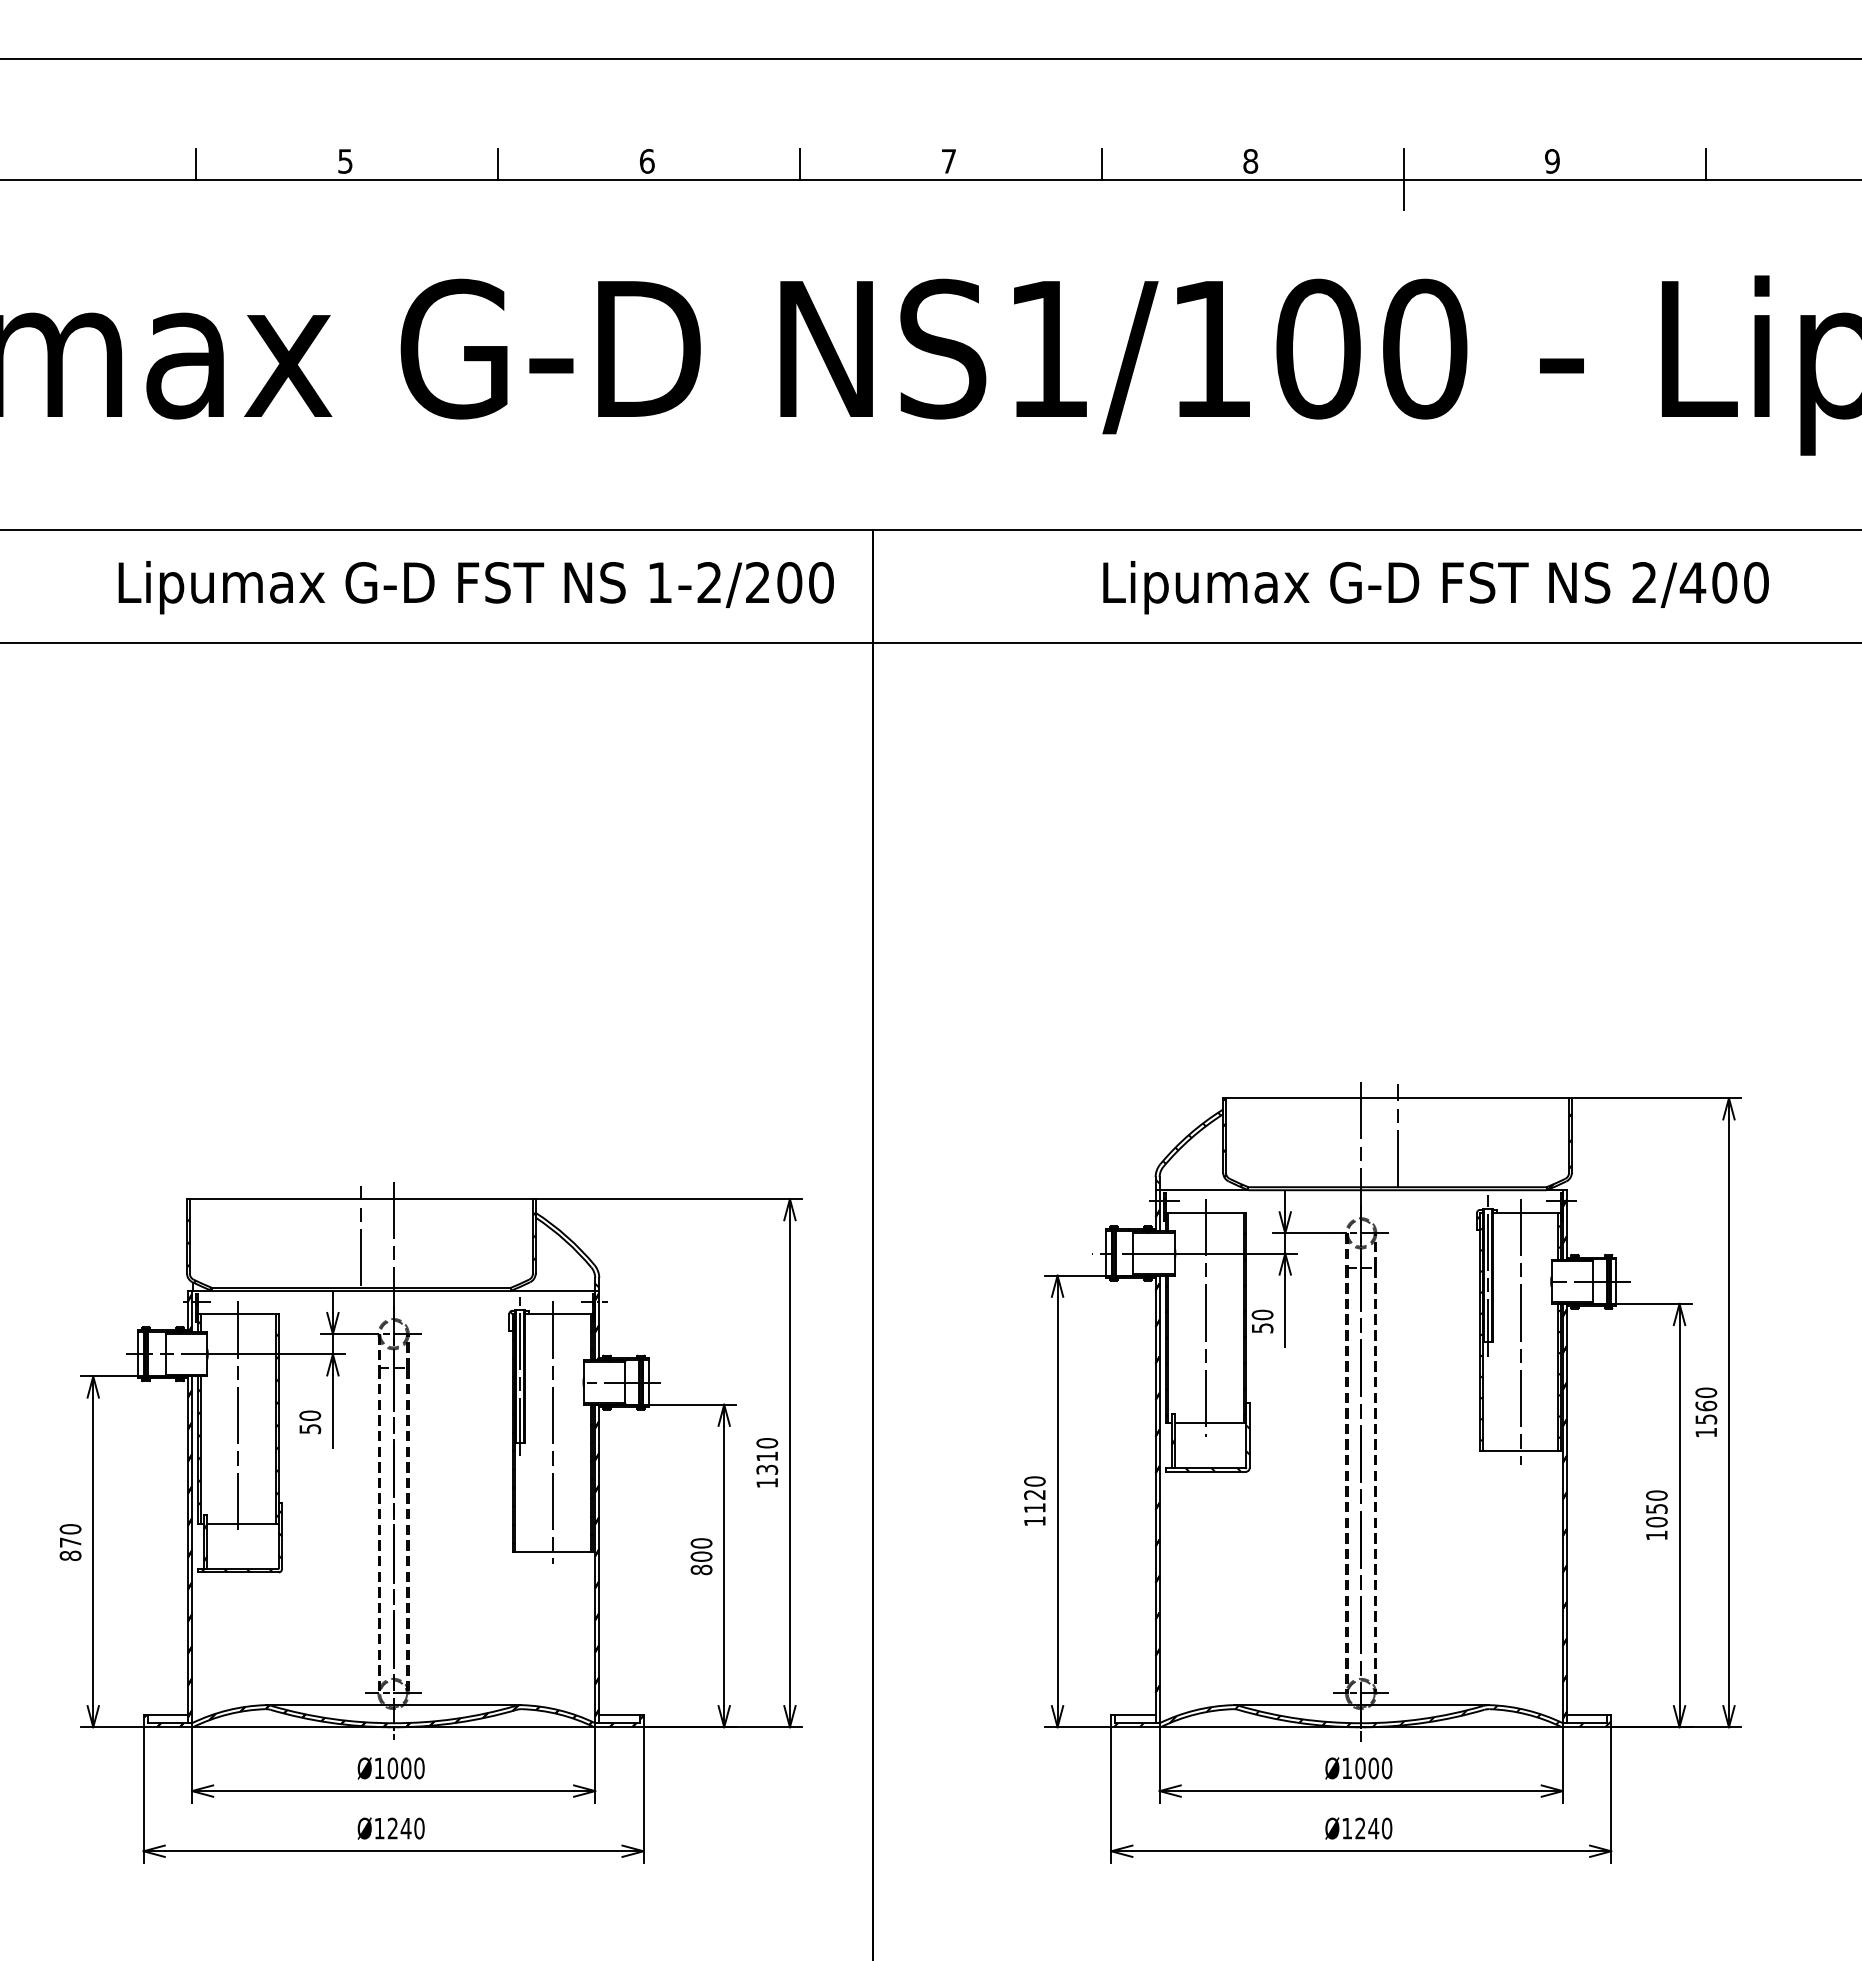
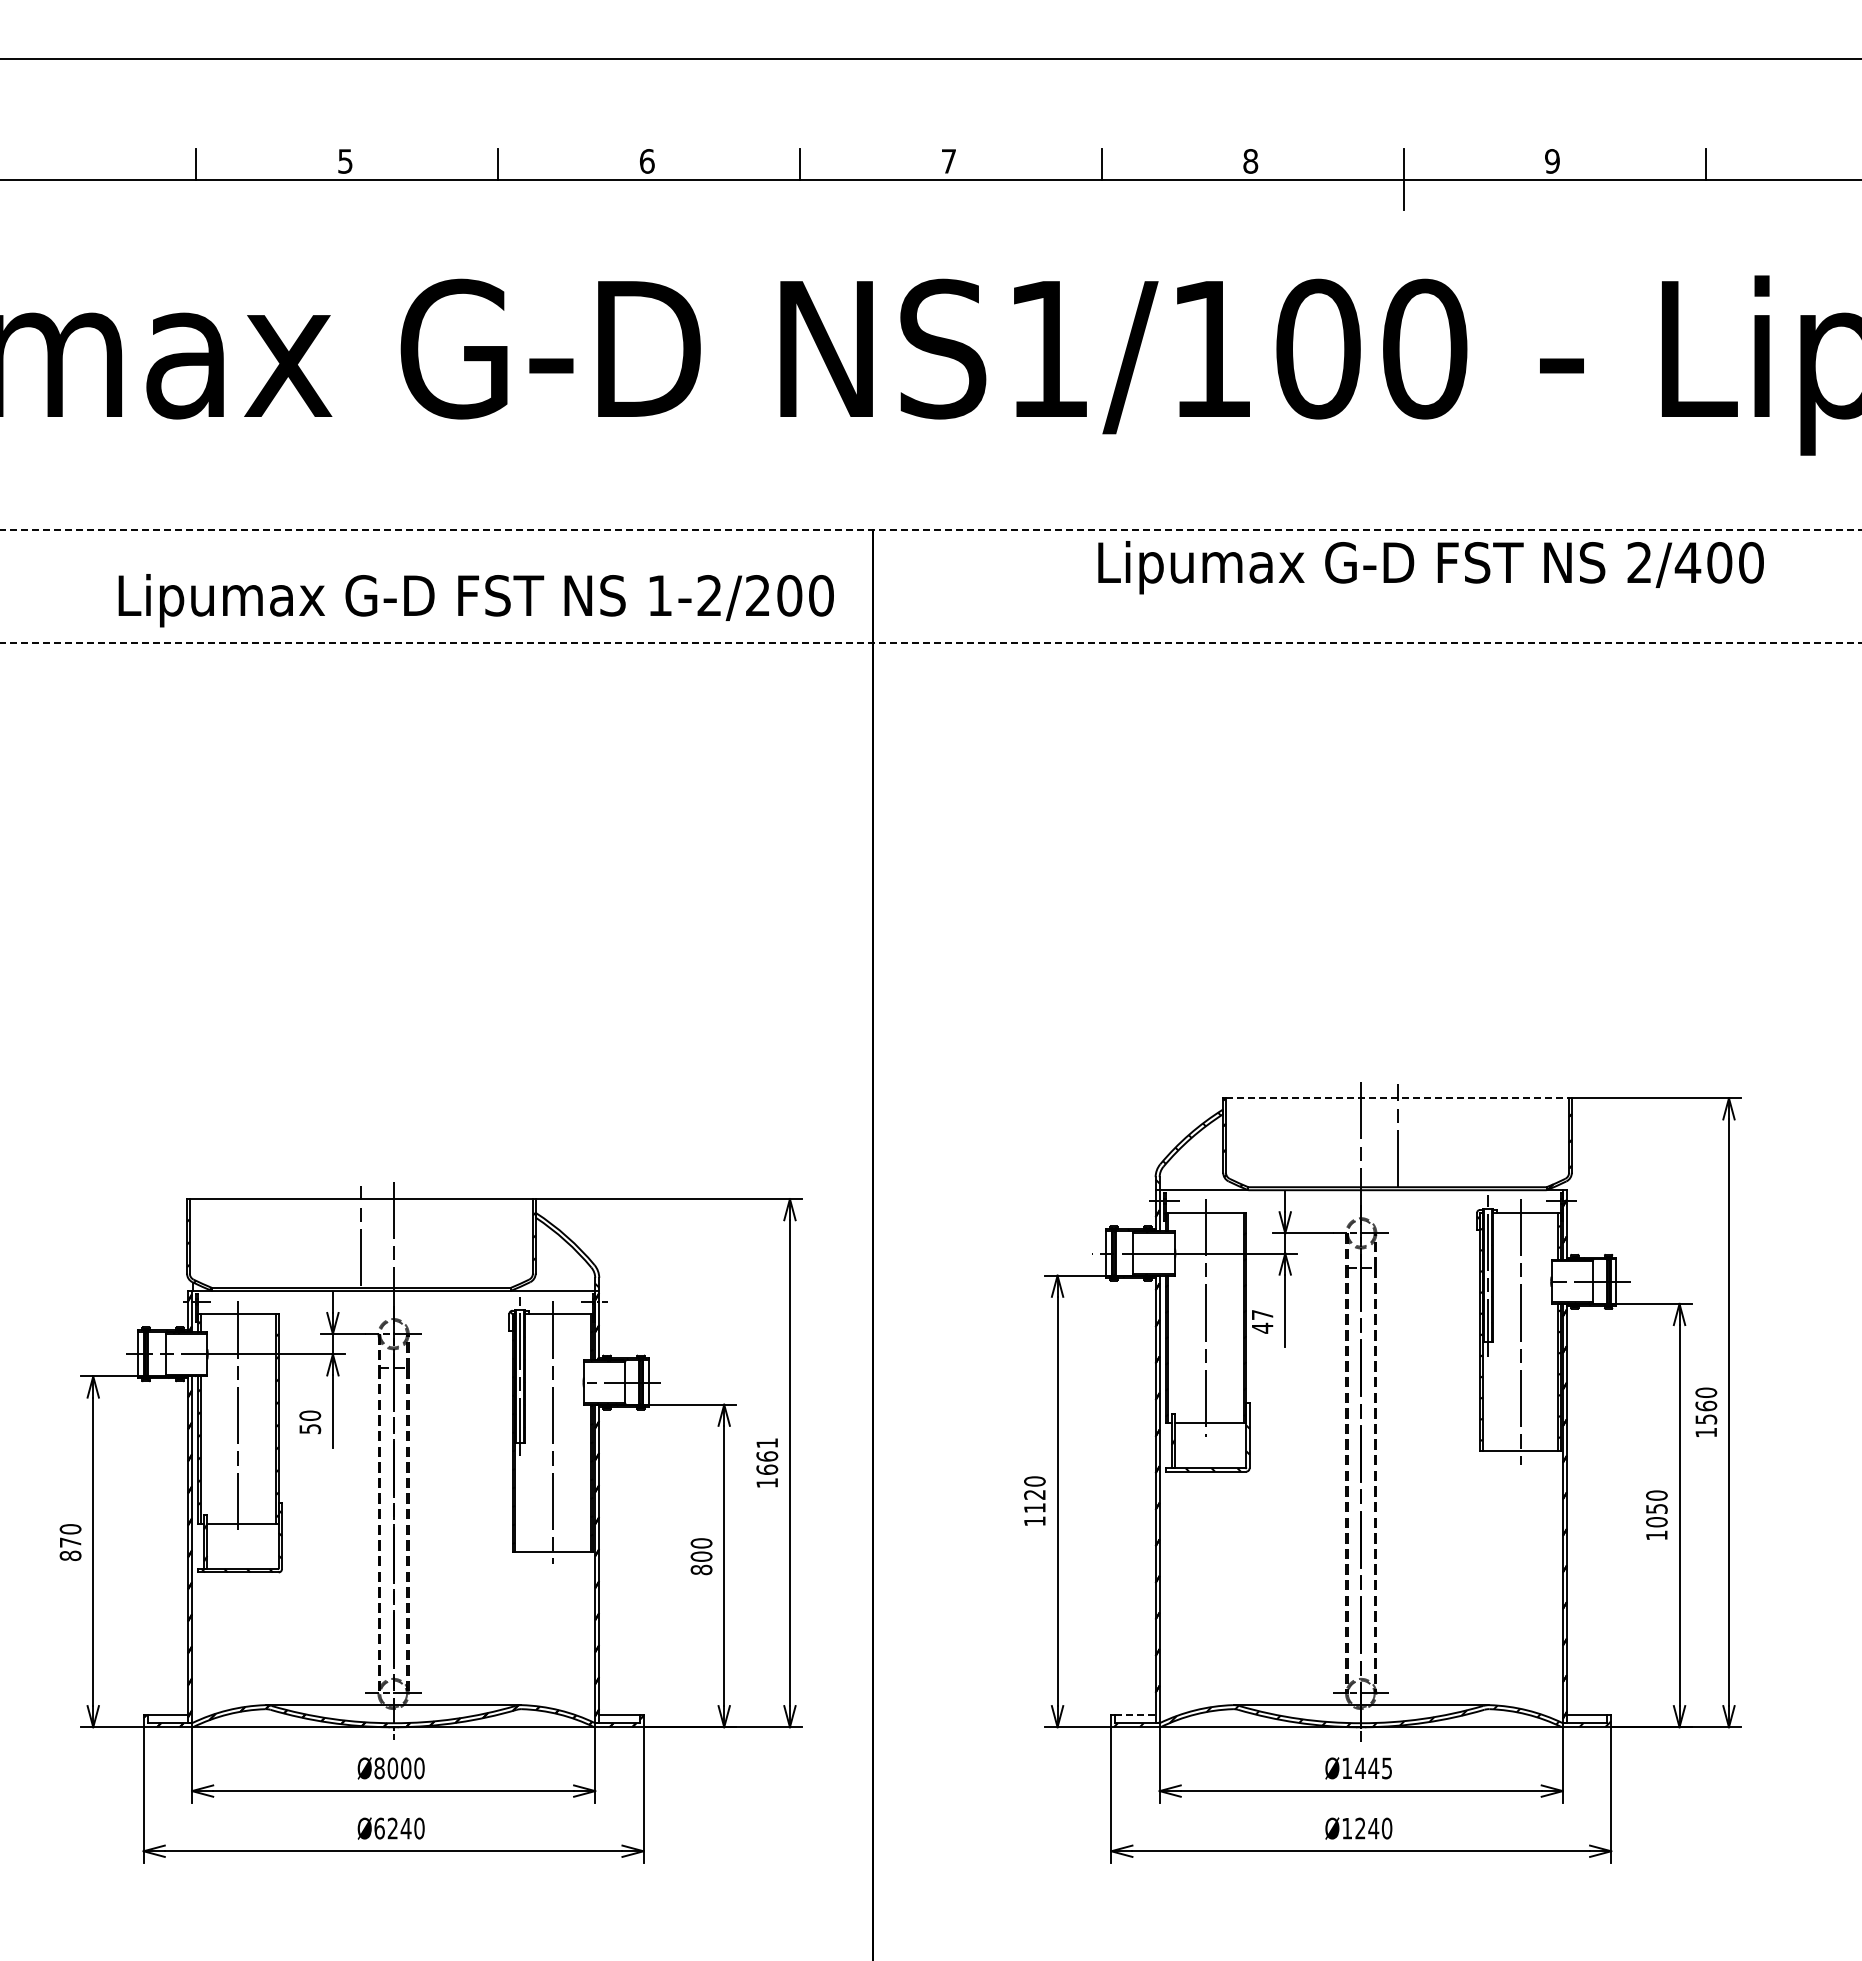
line at (930, 530): solid -> dashed
text at (475, 587) position: (475, 587) -> (475, 600)
text at (1435, 587) position: (1435, 587) -> (1430, 567)
line at (930, 643): solid -> dashed
line at (1397, 1098): solid -> dashed
text at (1262, 1321): 50 -> 47
text at (767, 1456): 1310 -> 1661
line at (1135, 1715): solid -> dashed
text at (379, 1768): Ø1000 -> Ø8000
text at (1373, 1768): Ø1000 -> Ø1445
text at (379, 1828): Ø1240 -> Ø6240
